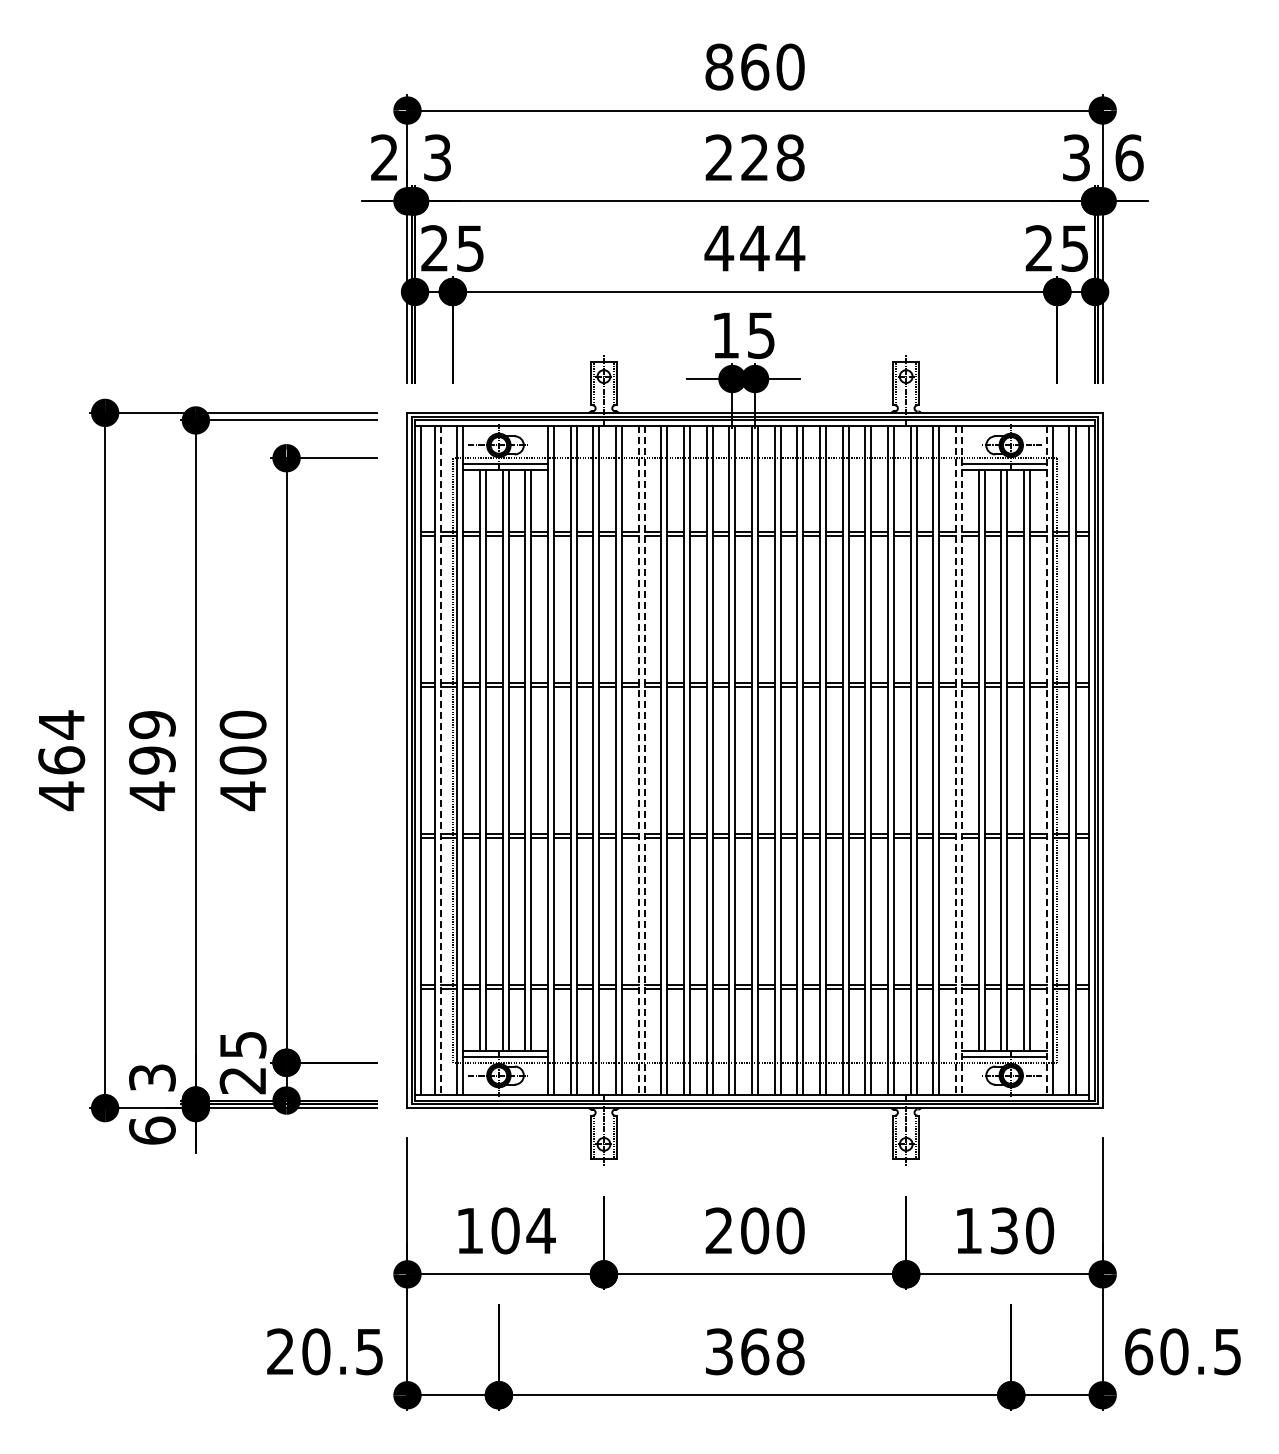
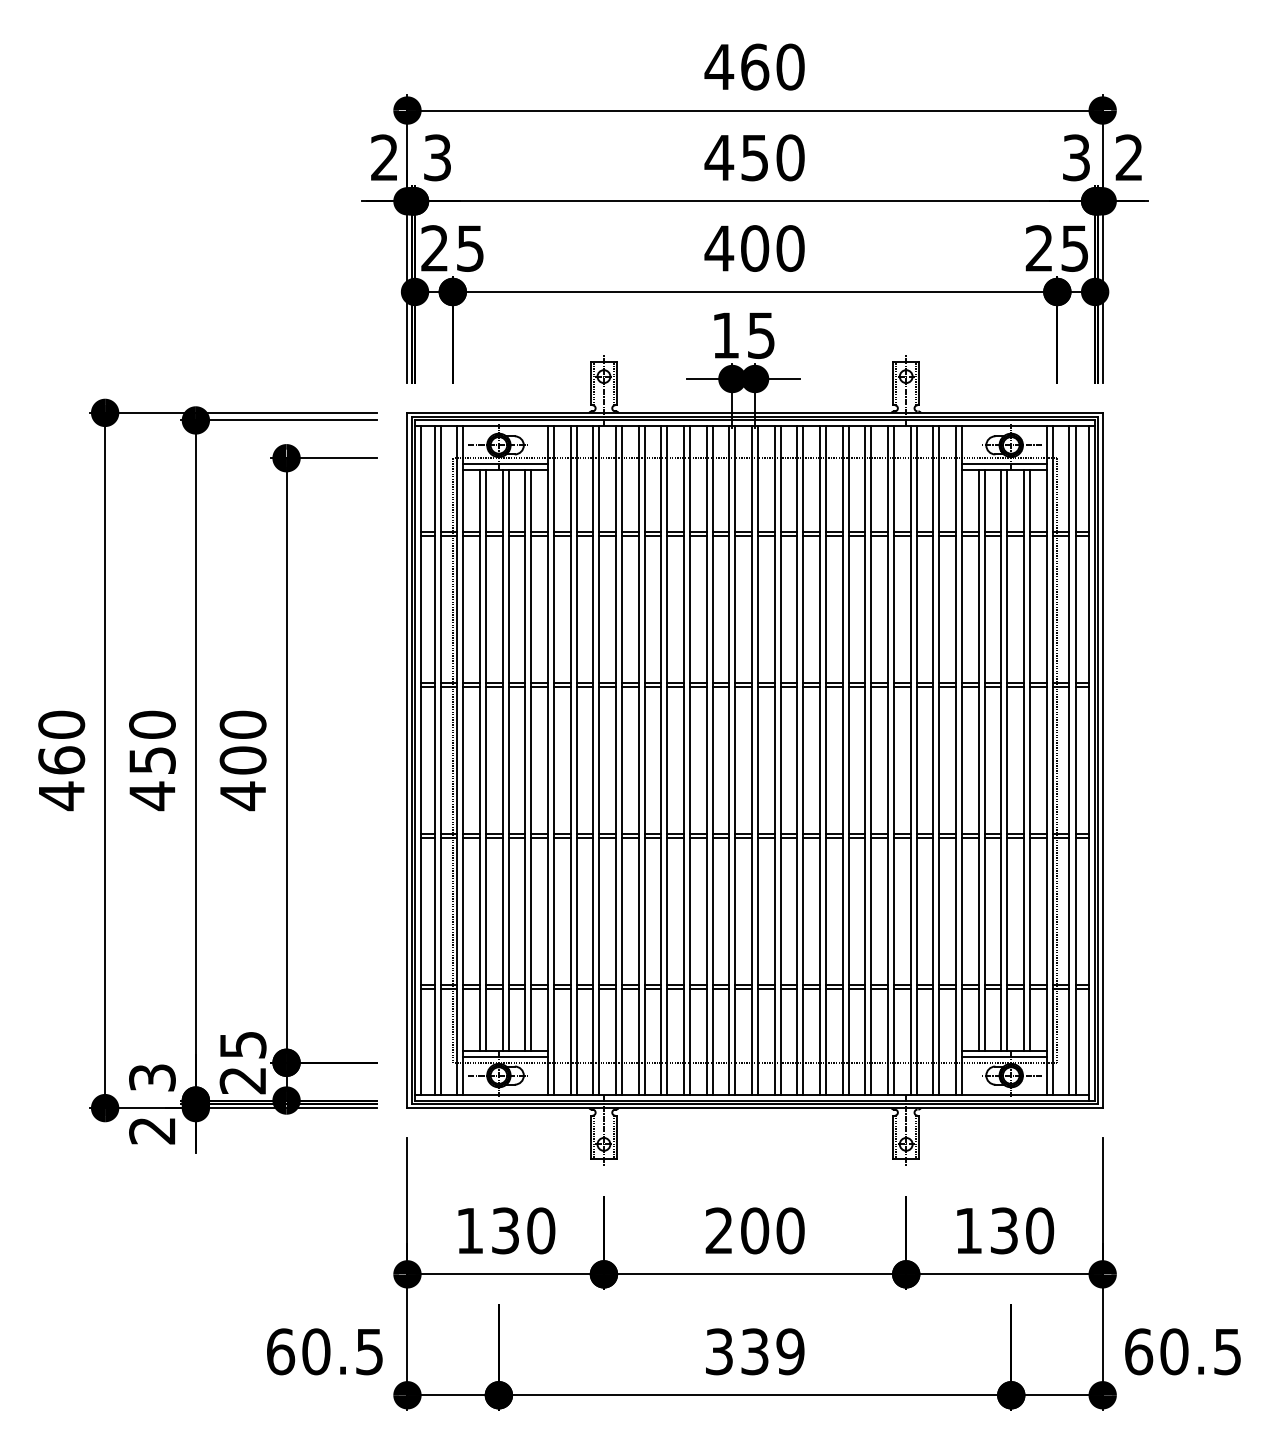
text at (719, 66): 860 -> 460
text at (754, 157): 228 -> 450
text at (1129, 157): 6 -> 2
text at (772, 248): 444 -> 400
text at (61, 724): 464 -> 460
text at (152, 742): 499 -> 450
line at (440, 761): dashed -> solid
line at (638, 761): dashed -> solid
line at (644, 761): dashed -> solid
line at (956, 761): dashed -> solid
line at (962, 761): dashed -> solid
line at (1046, 761): dashed -> solid
text at (152, 1130): 6 -> 2
text at (523, 1230): 104 -> 130
text at (281, 1351): 20.5 -> 60.5
text at (772, 1351): 368 -> 339
